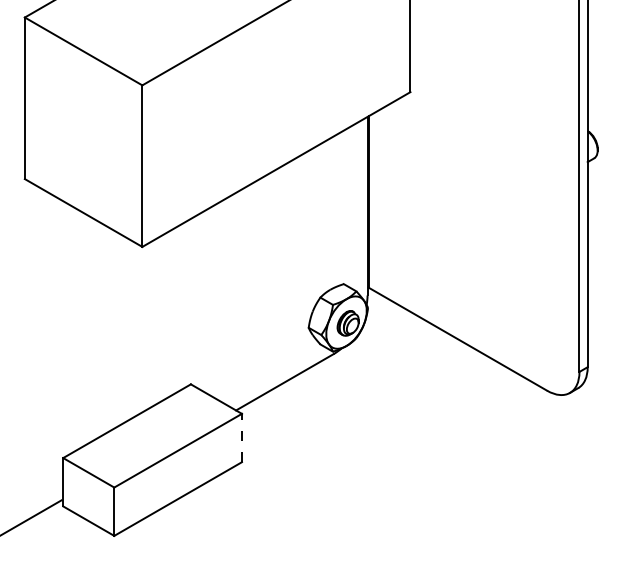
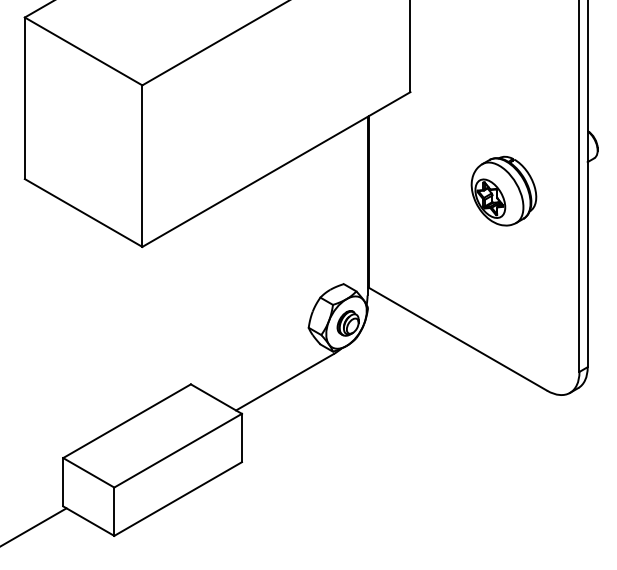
part at (503, 190): none -> present
line at (241, 437): dashed -> solid
line at (31, 517) position: (31, 517) -> (34, 526)
